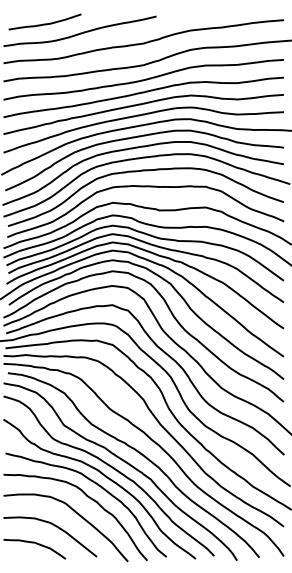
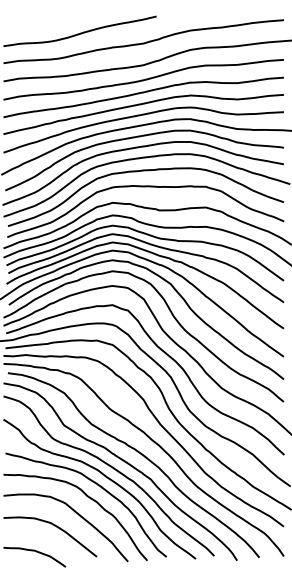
curve at (44, 23): present -> none
curve at (36, 544) position: (36, 544) -> (36, 552)
